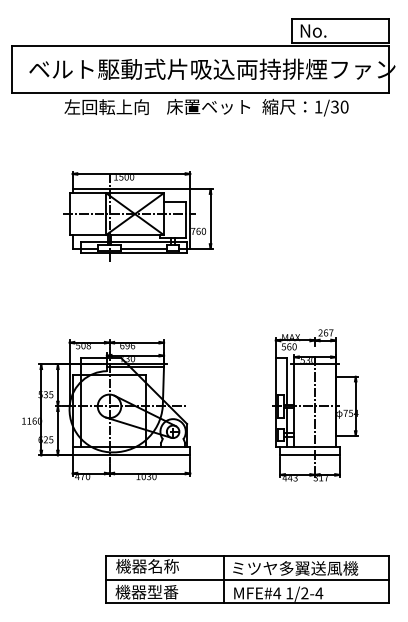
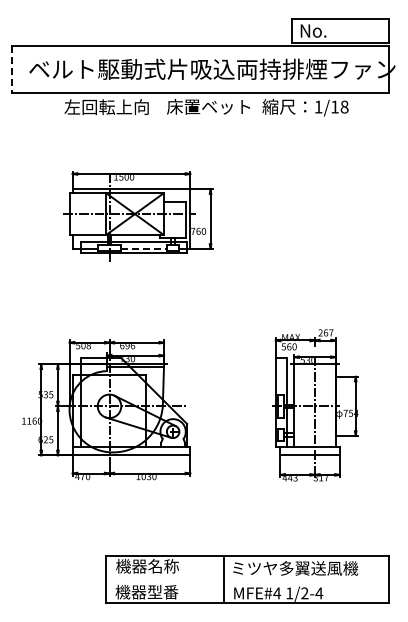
line at (12, 69): solid -> dashed
text at (339, 106): 1/30 -> 1/18
line at (144, 248): solid -> dashed
line at (247, 579): present -> none
